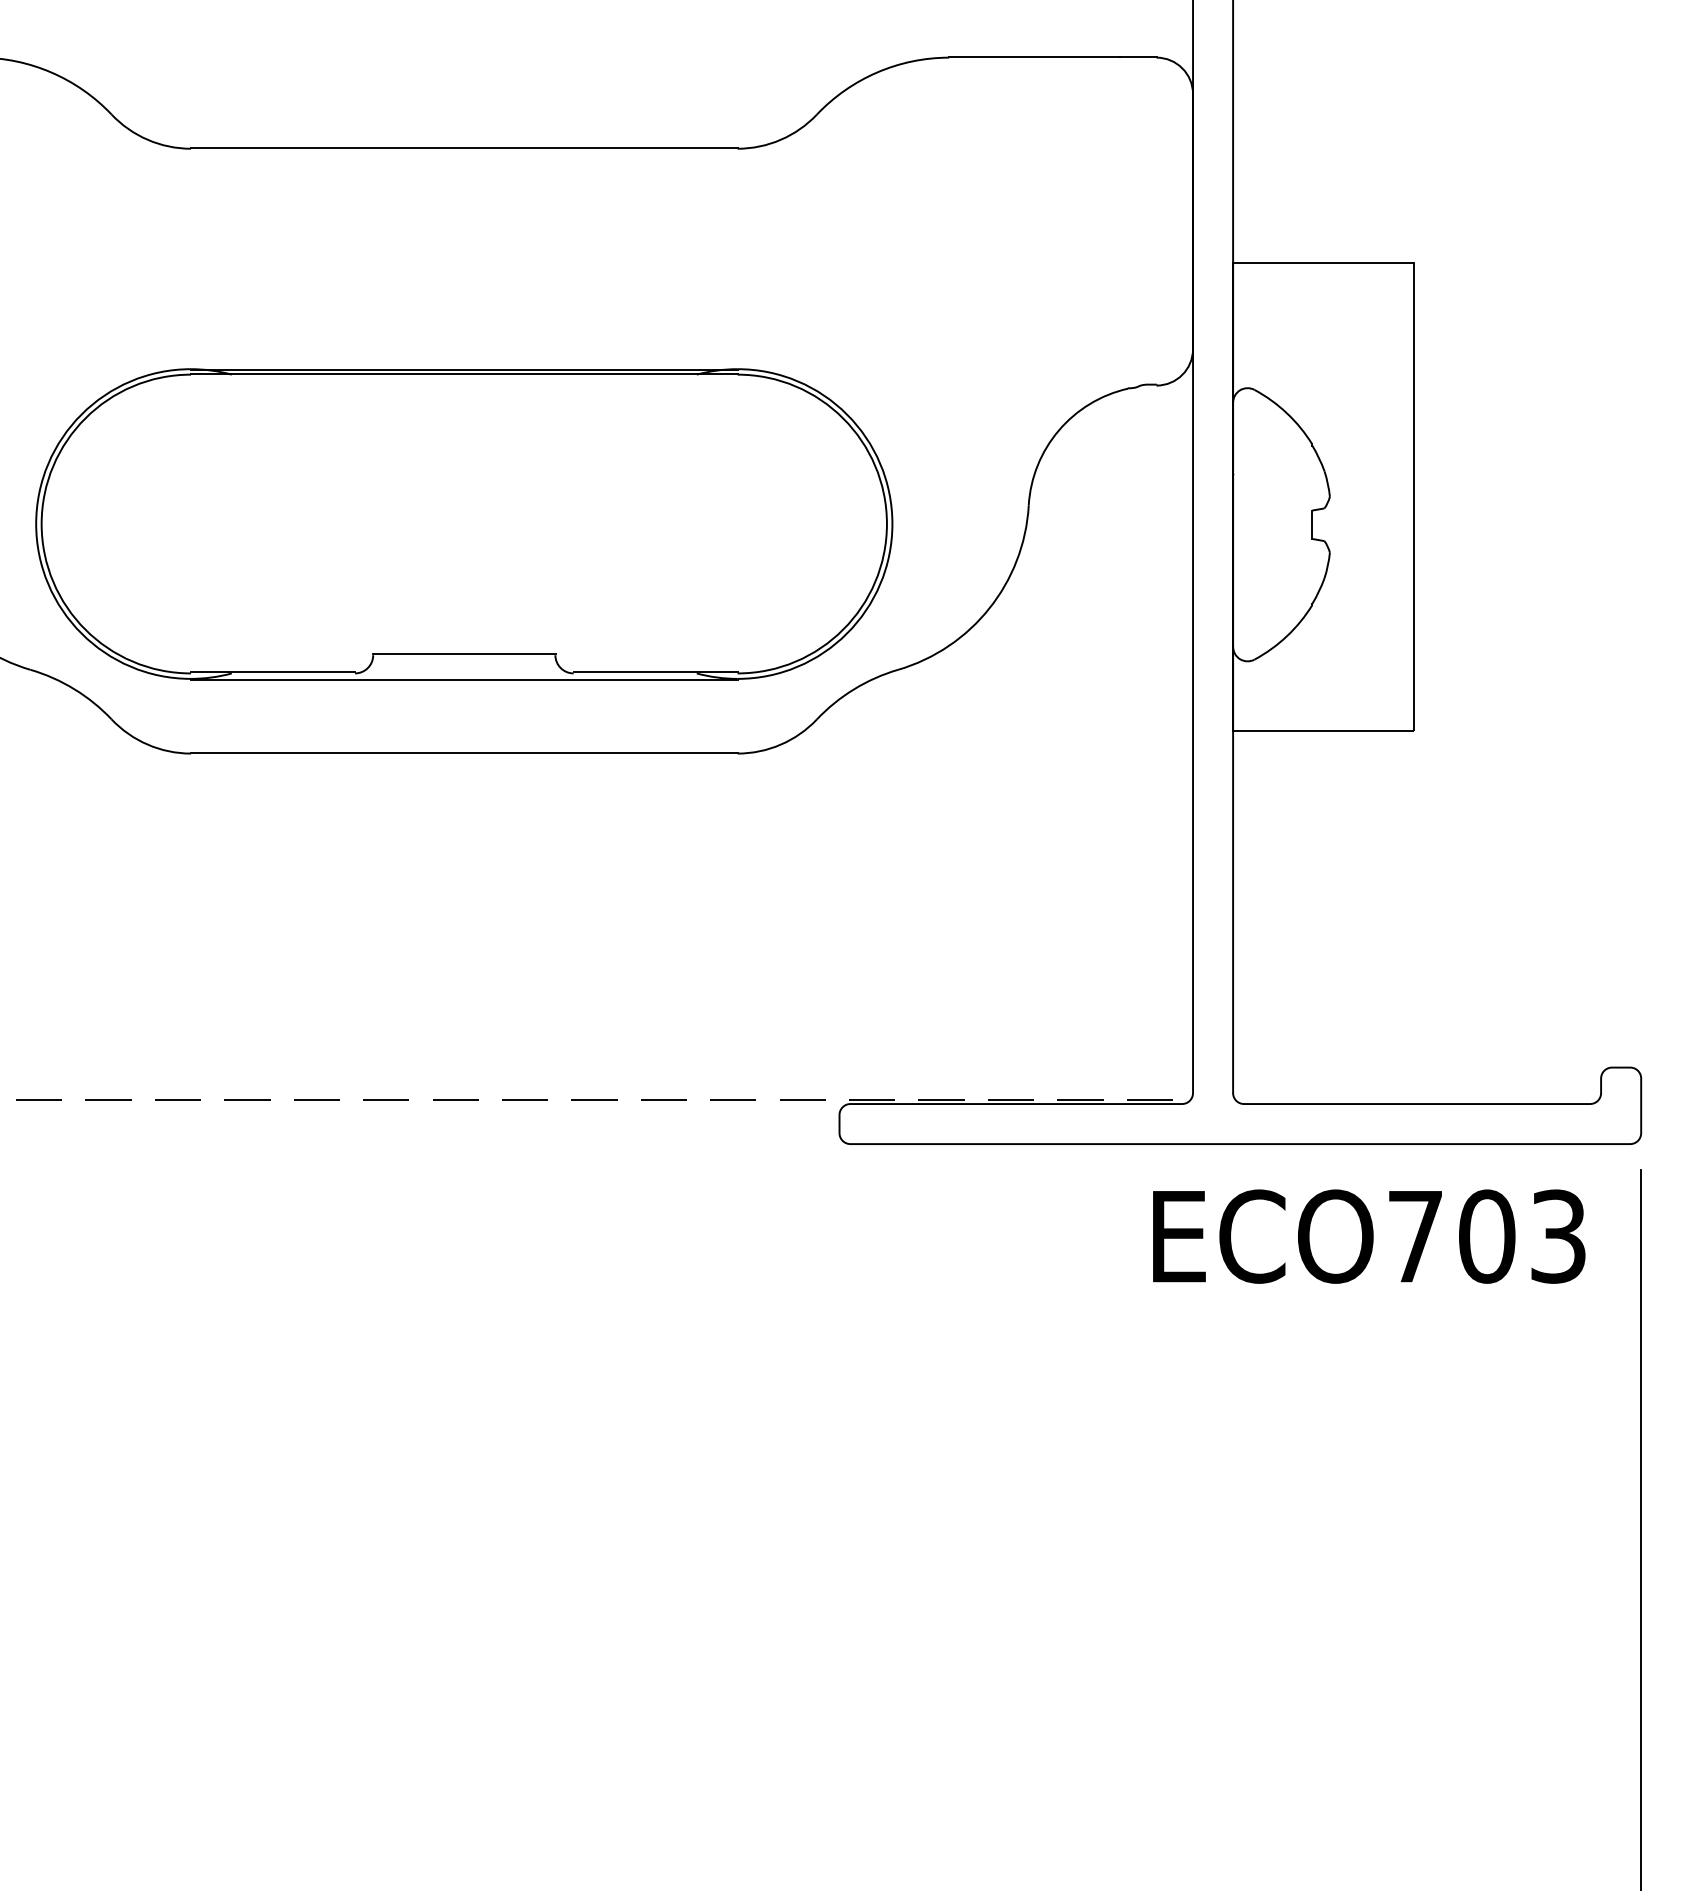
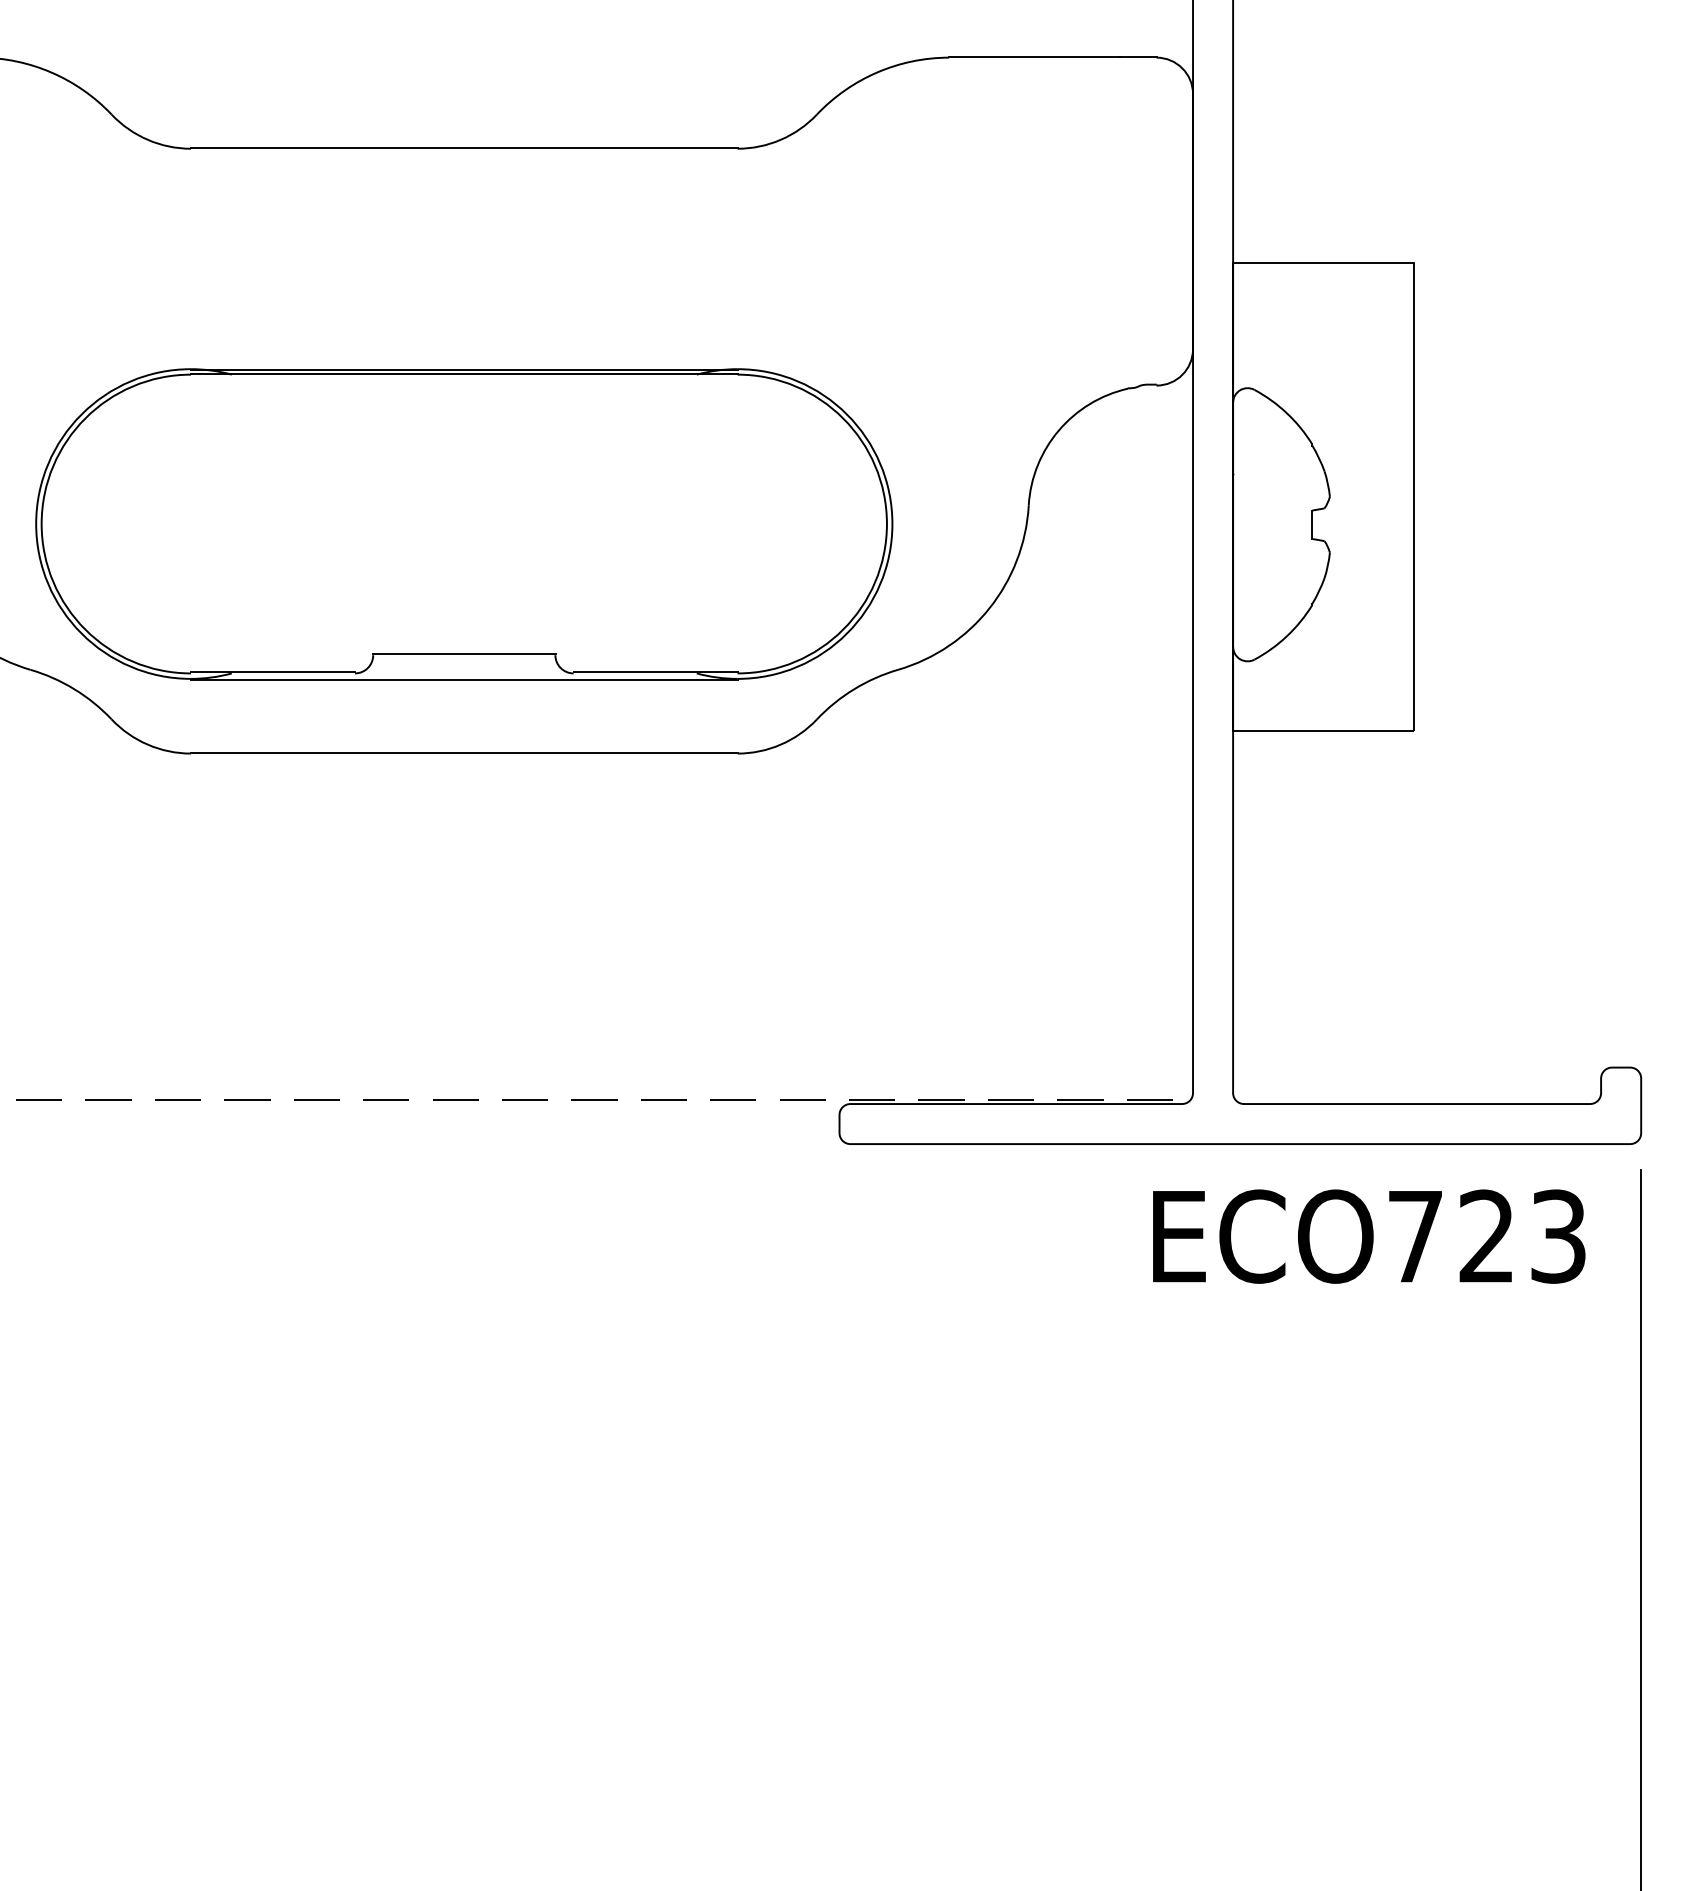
text at (1487, 1236): ECO703 -> ECO723
